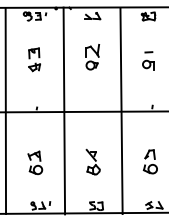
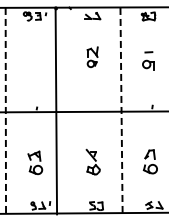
part at (92, 57) size: 15x27 px -> 13x22 px
part at (34, 59): present -> none
line at (64, 110) position: (64, 110) -> (56, 110)
line at (5, 111): solid -> dashed
line at (121, 111): solid -> dashed
